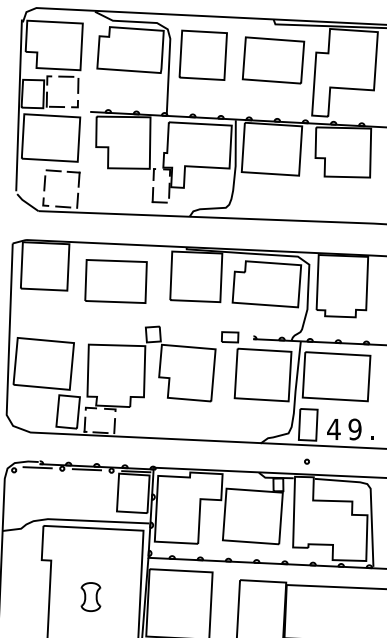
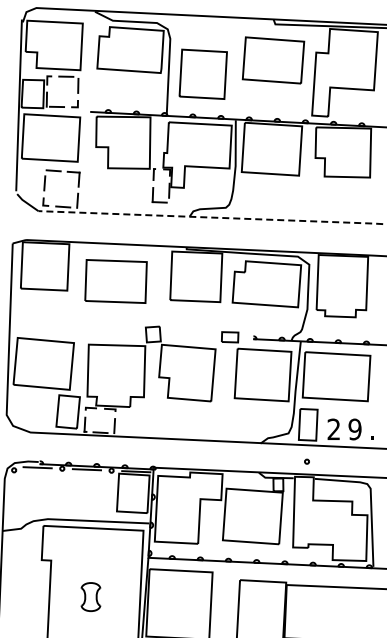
part at (202, 54) position: (202, 54) -> (202, 73)
line at (213, 217): solid -> dashed
text at (333, 428): 4 -> 2
